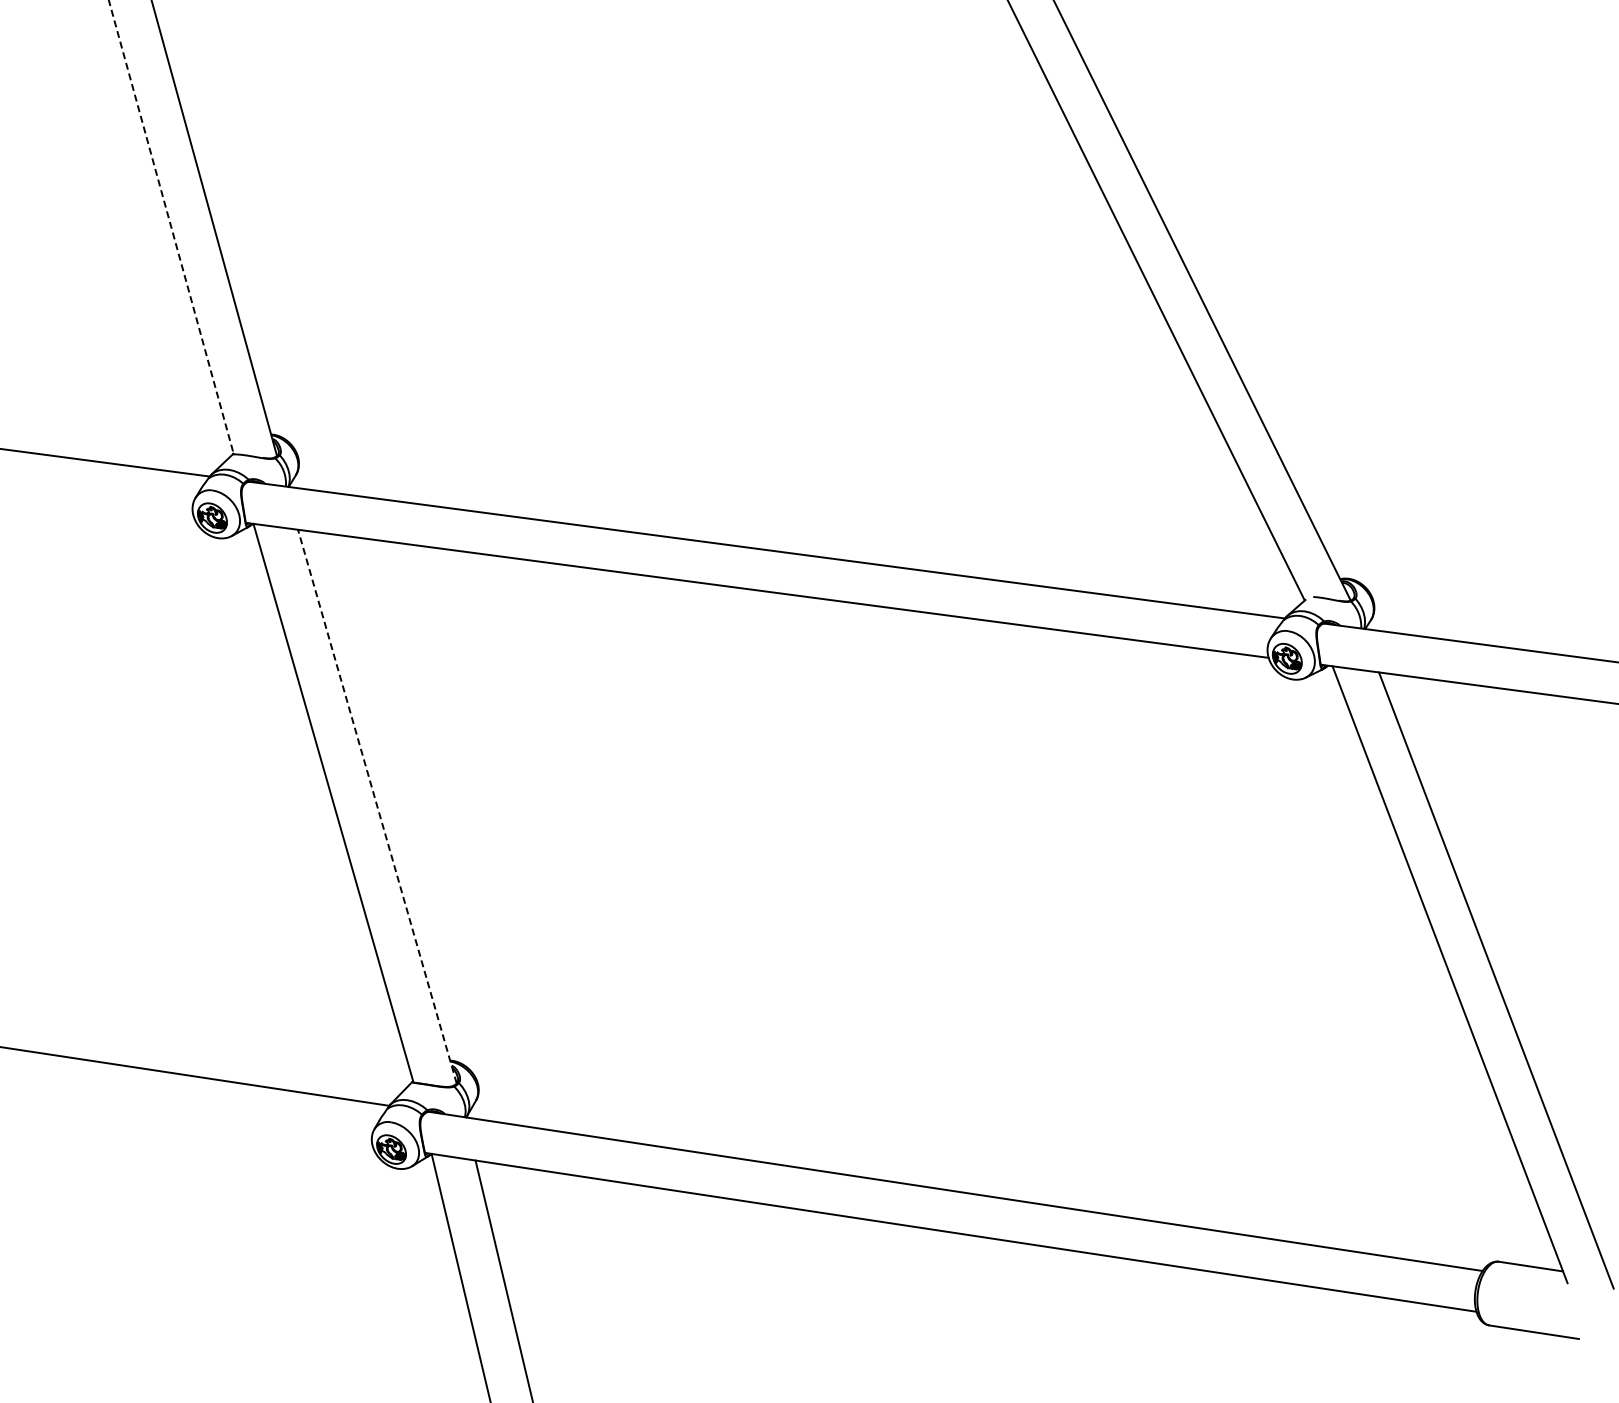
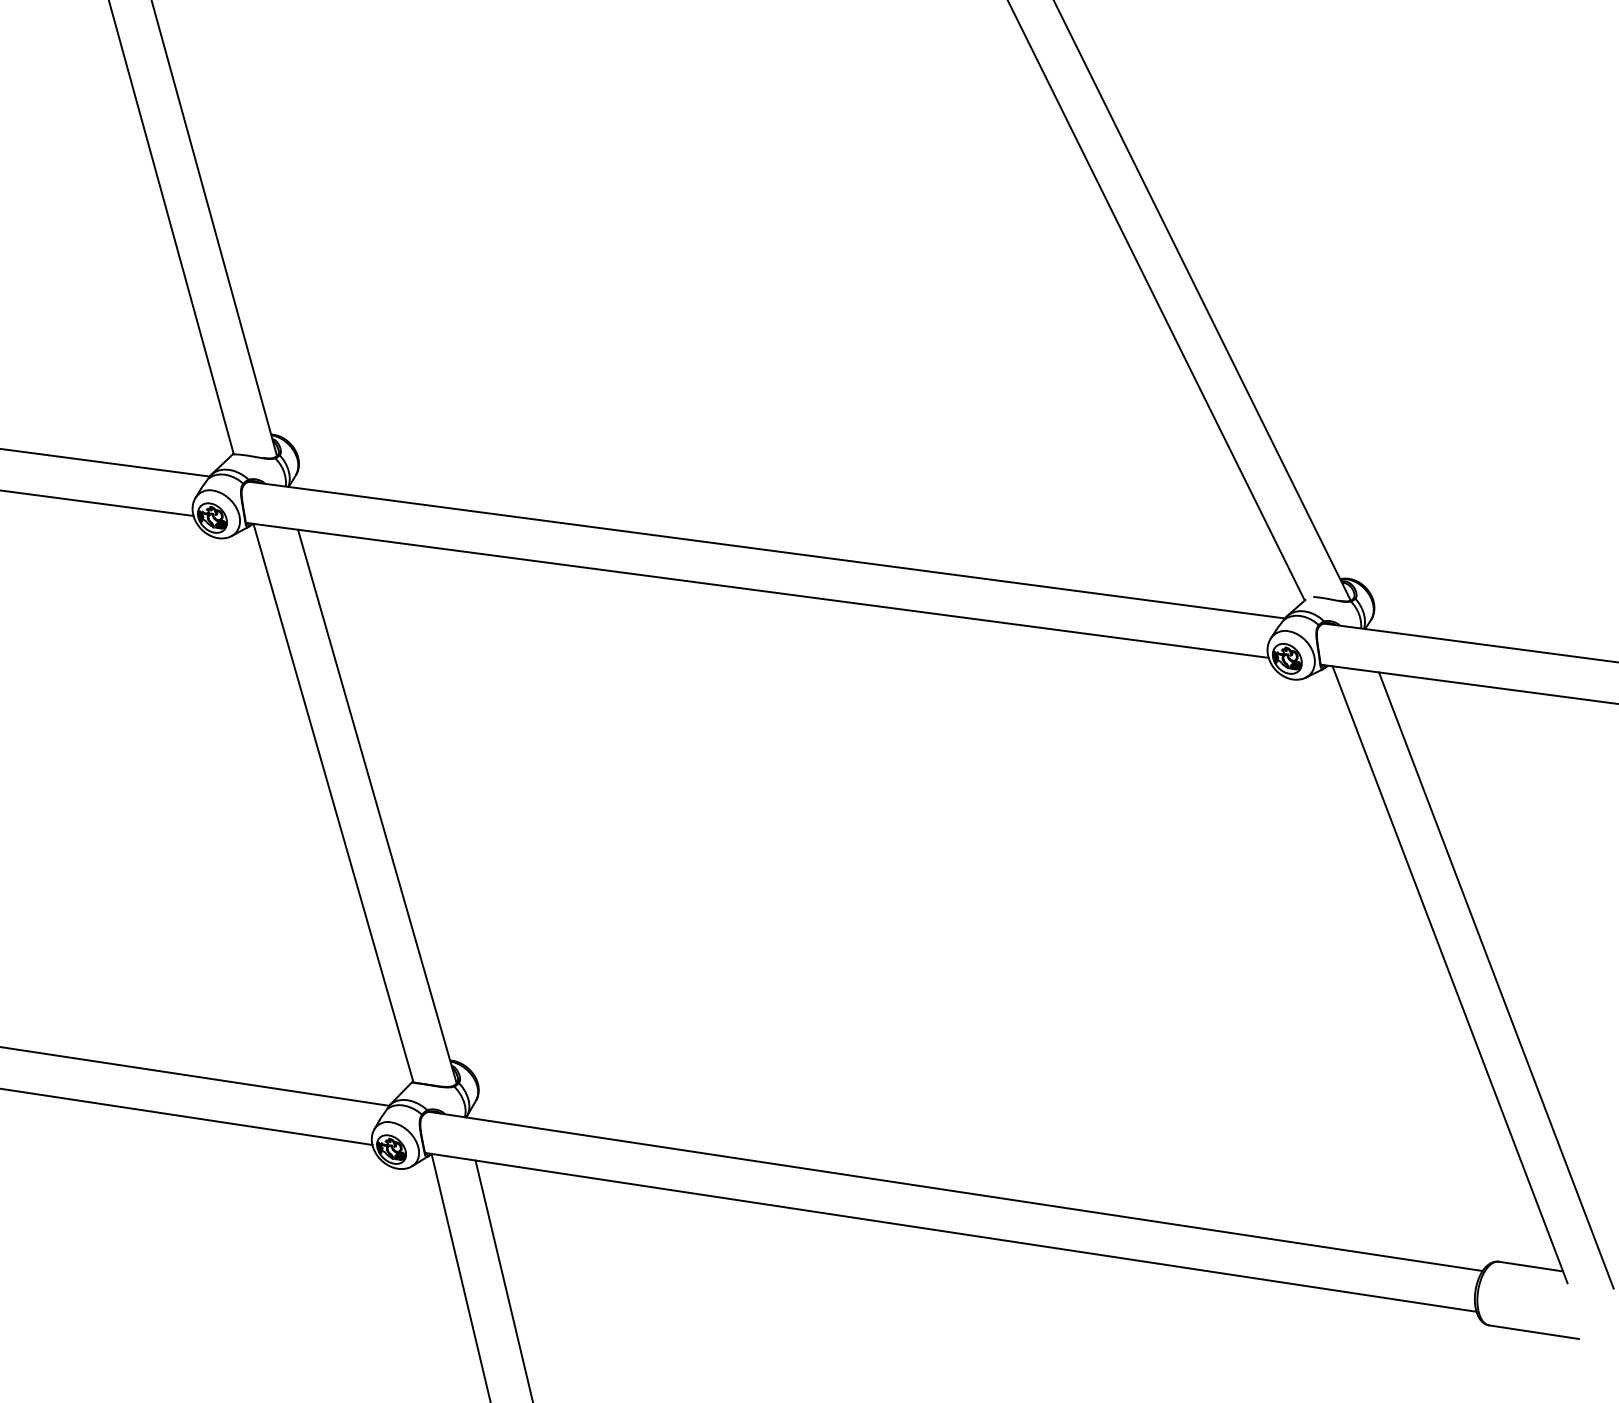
line at (171, 227): dashed -> solid
line at (97, 502): none -> present
line at (377, 806): dashed -> solid
line at (187, 1116): none -> present
